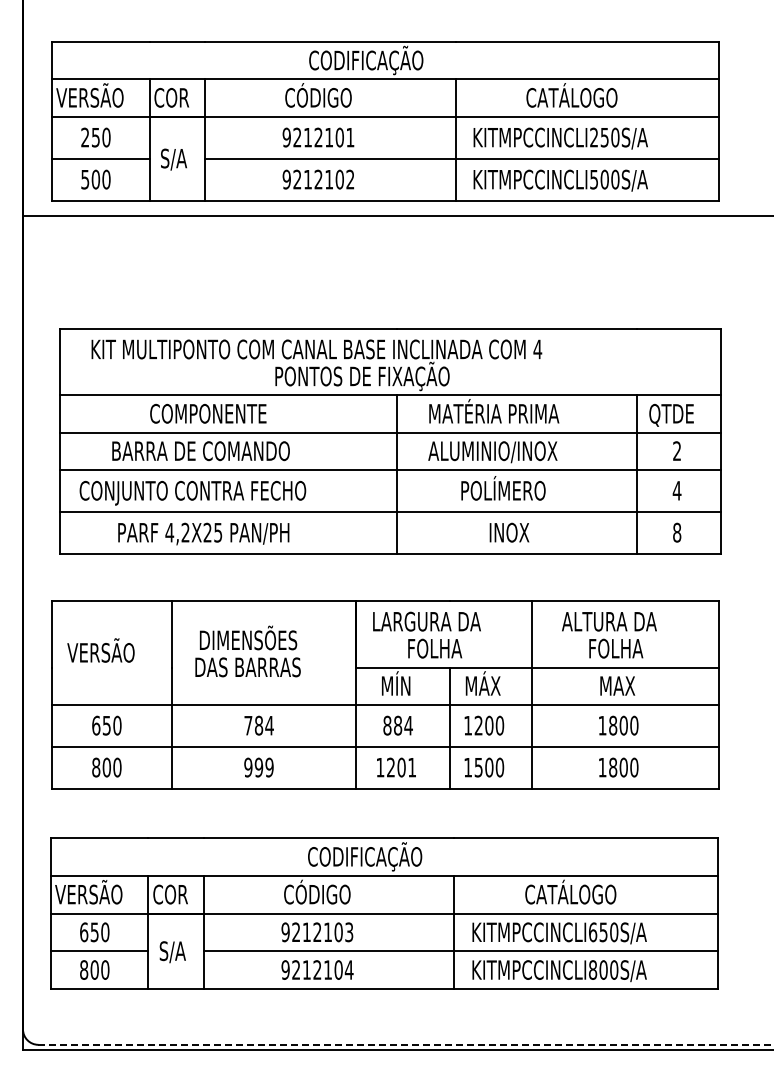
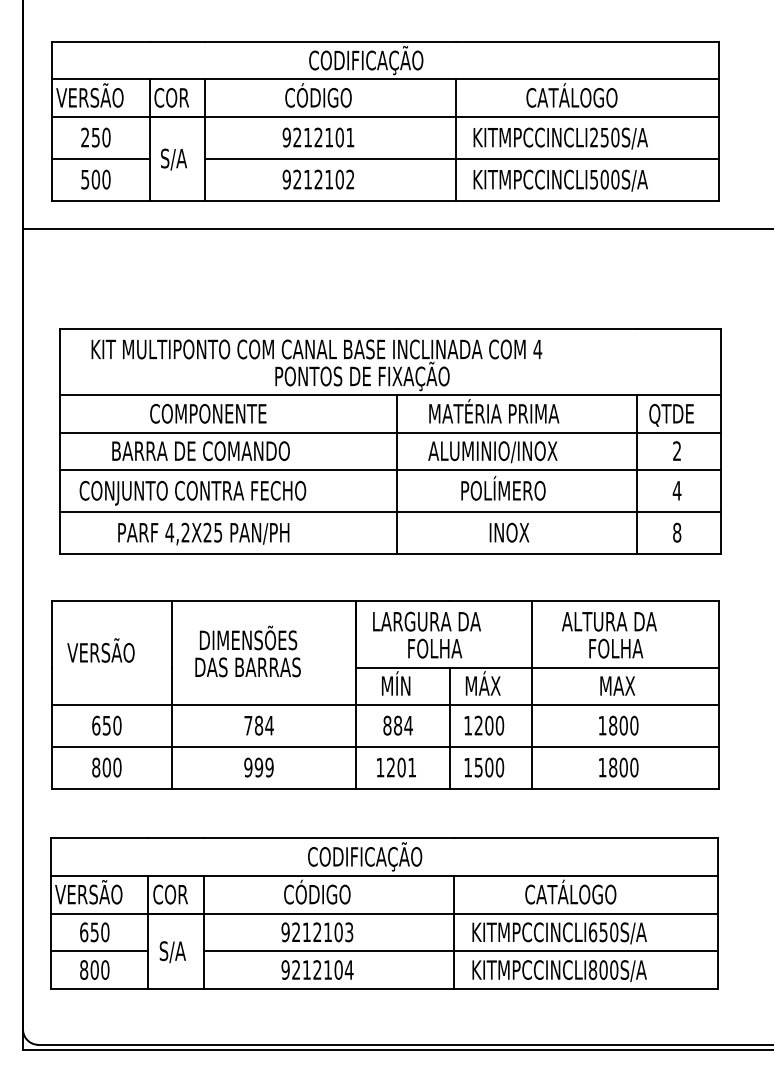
line at (396, 215) position: (396, 215) -> (396, 228)
line at (406, 1044): dashed -> solid
